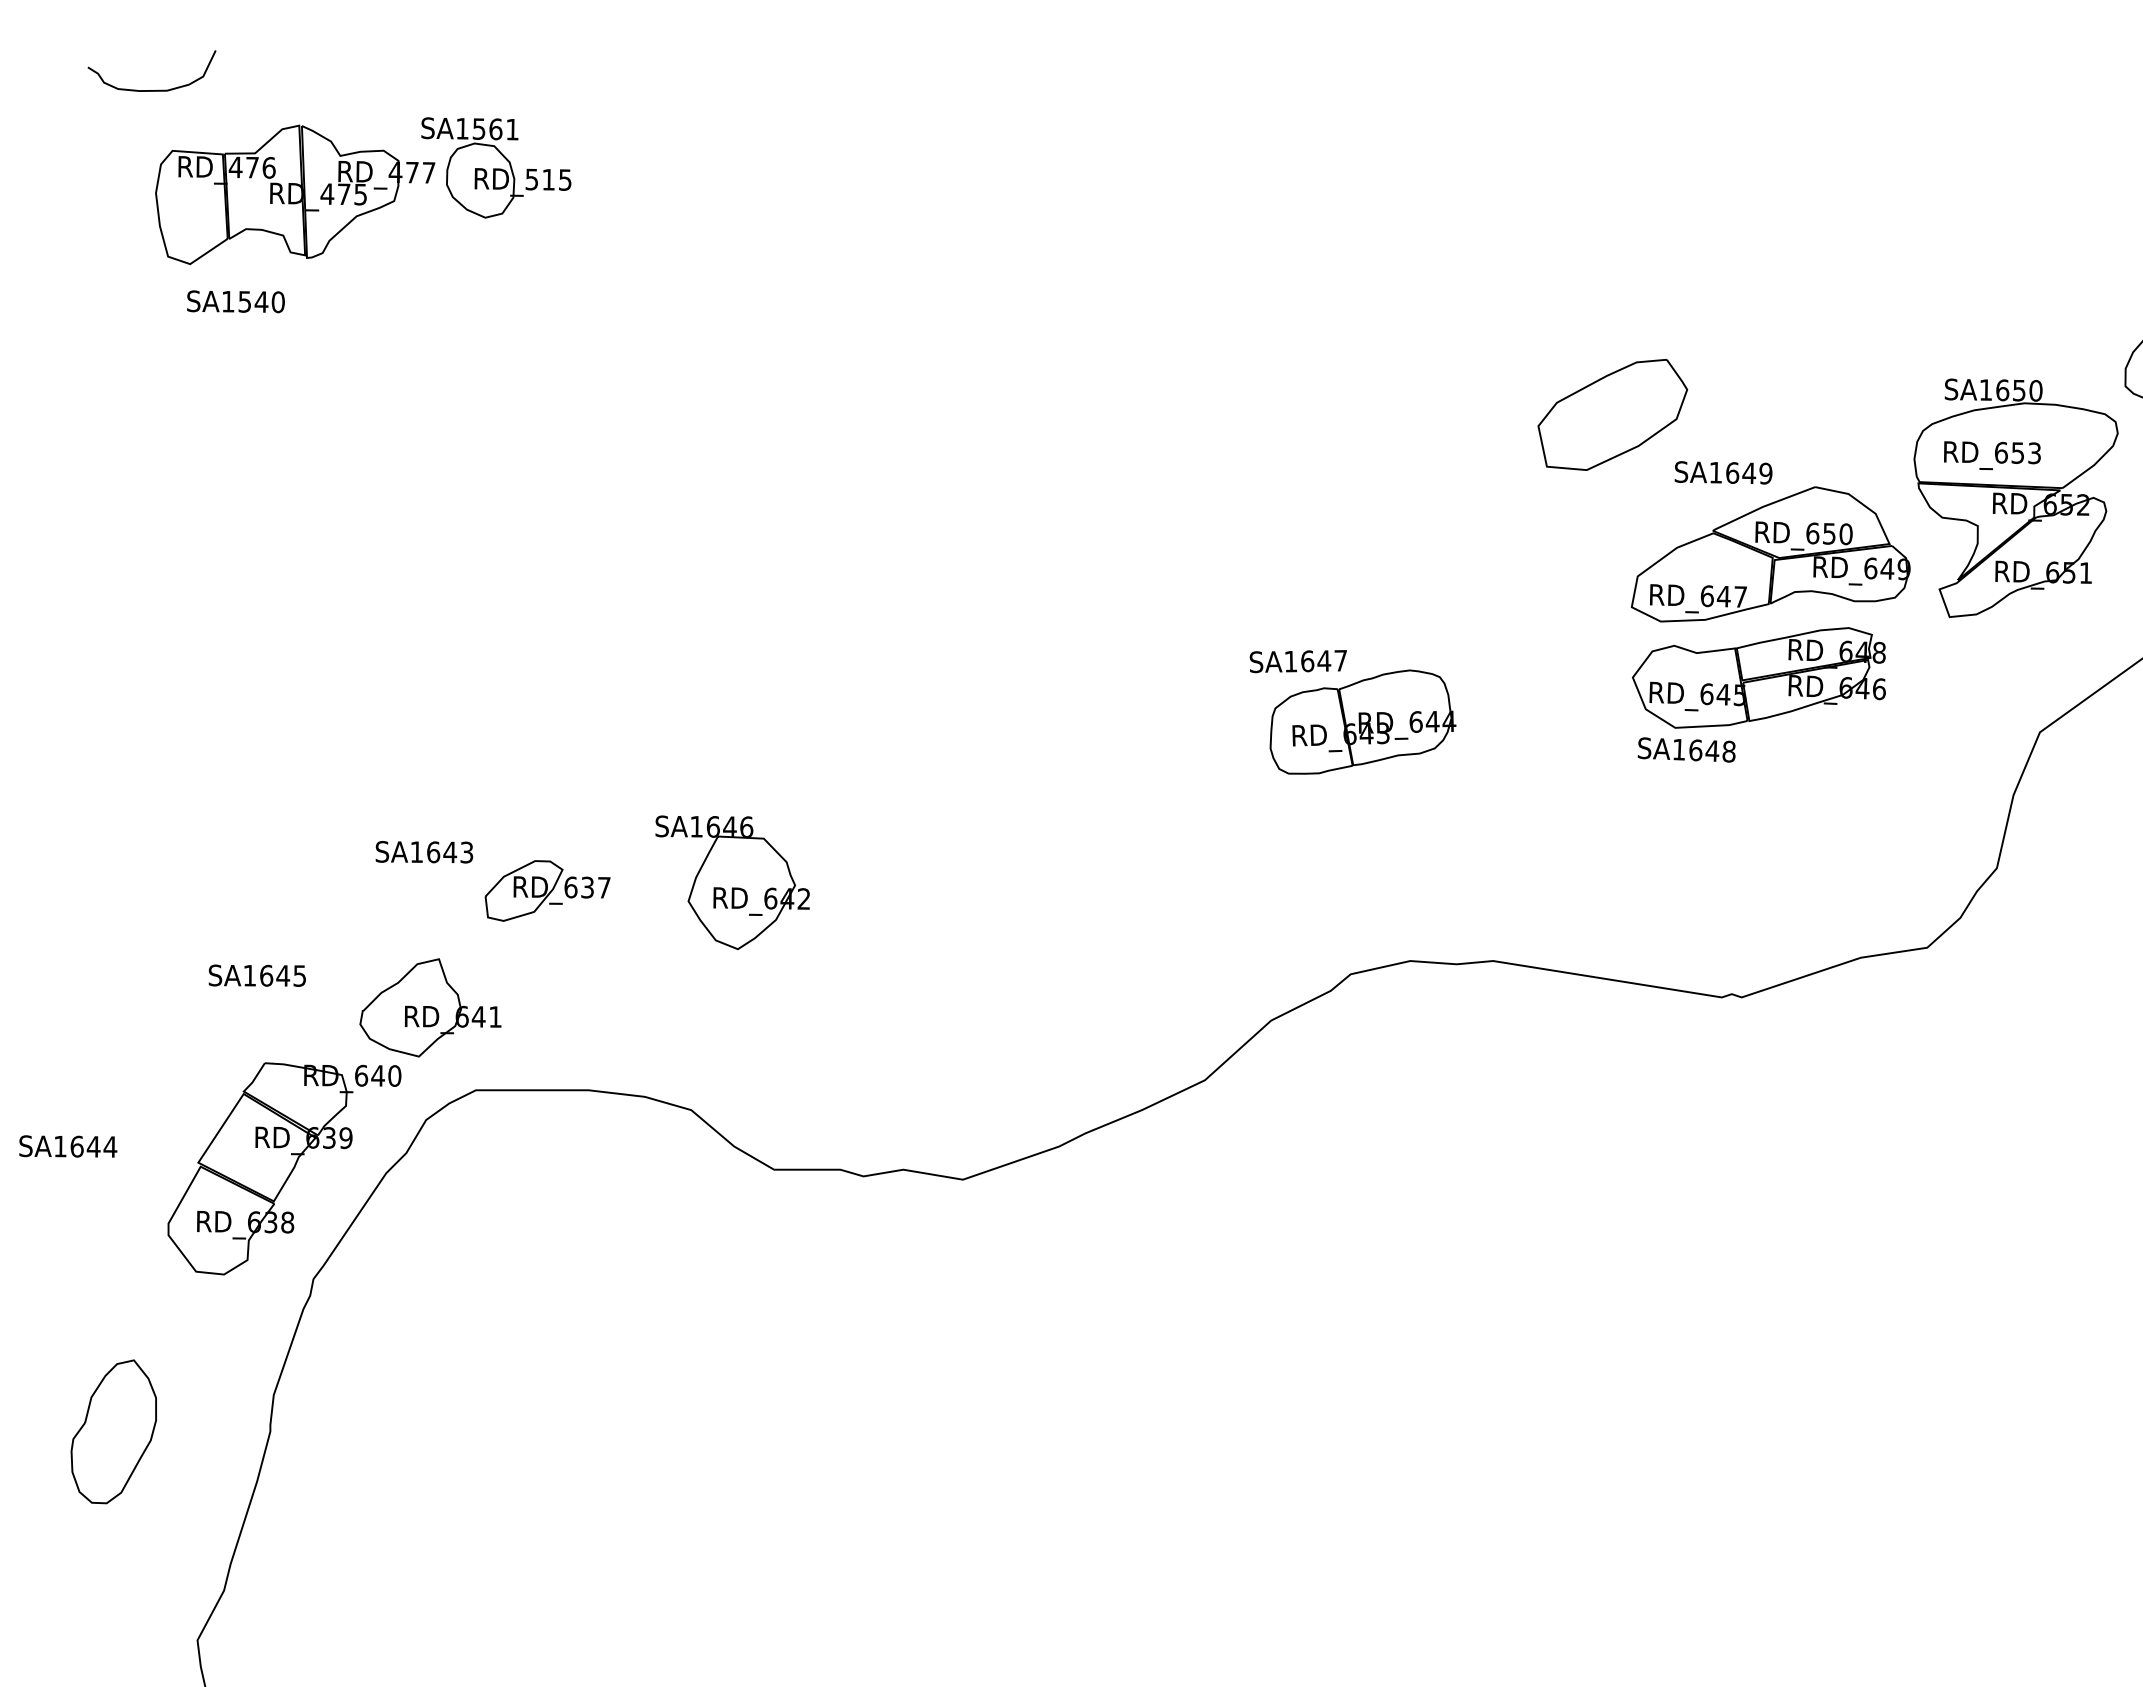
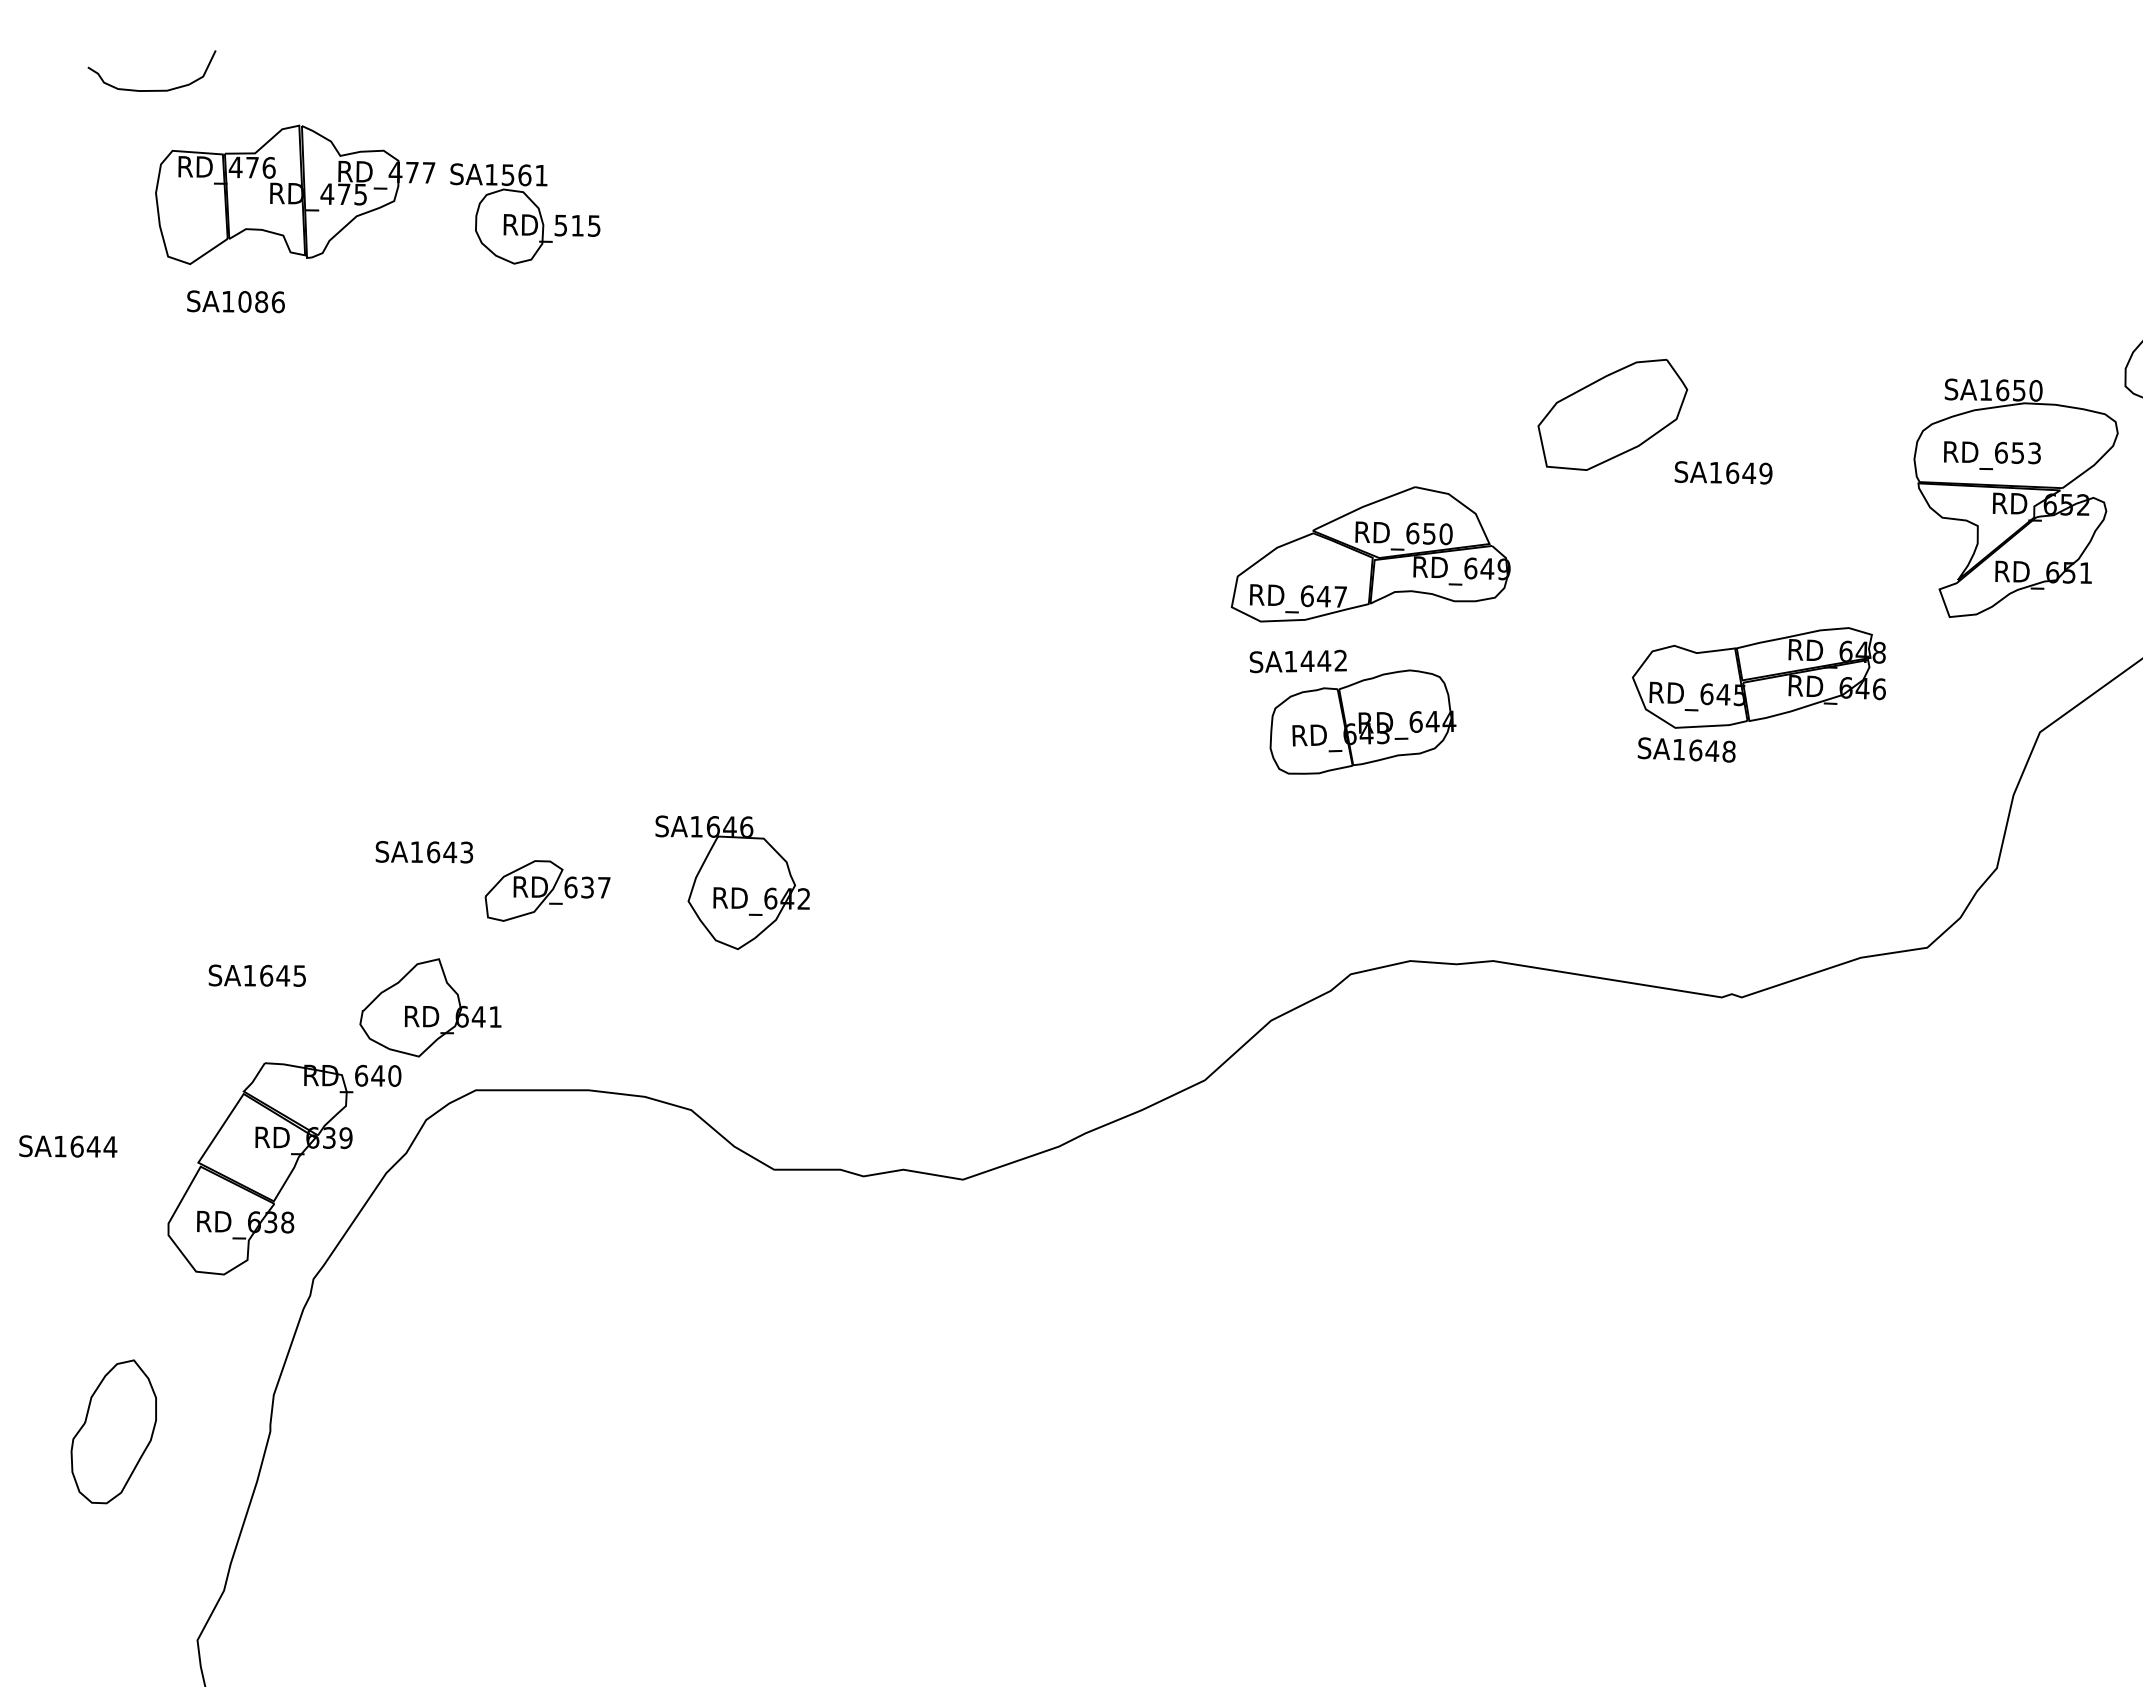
part at (496, 167) position: (496, 167) -> (525, 213)
text at (261, 302): SA1540 -> SA1086
part at (1770, 554) position: (1770, 554) -> (1370, 554)
text at (1323, 660): SA1647 -> SA1442
